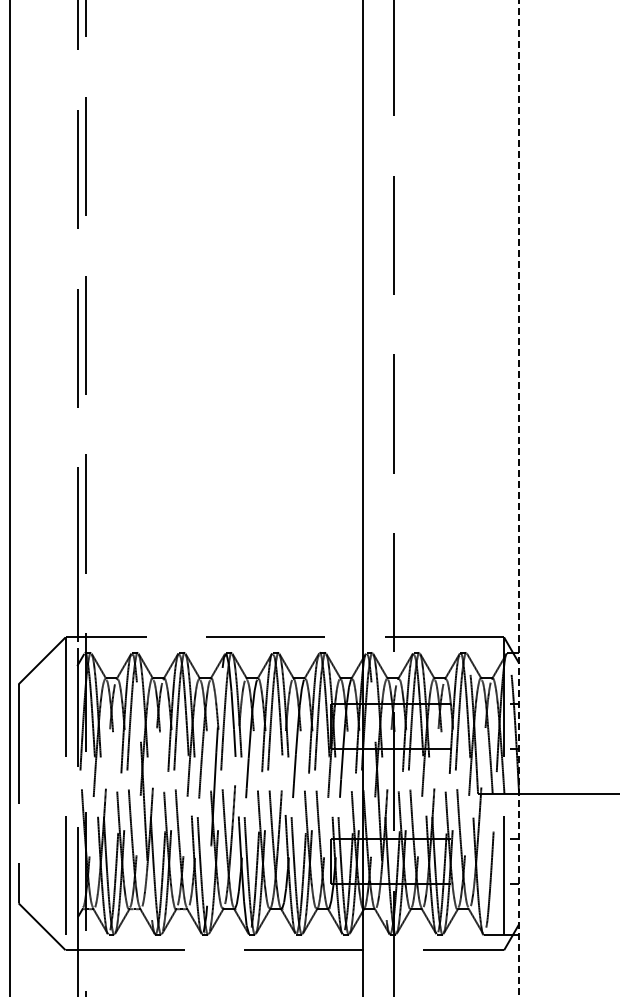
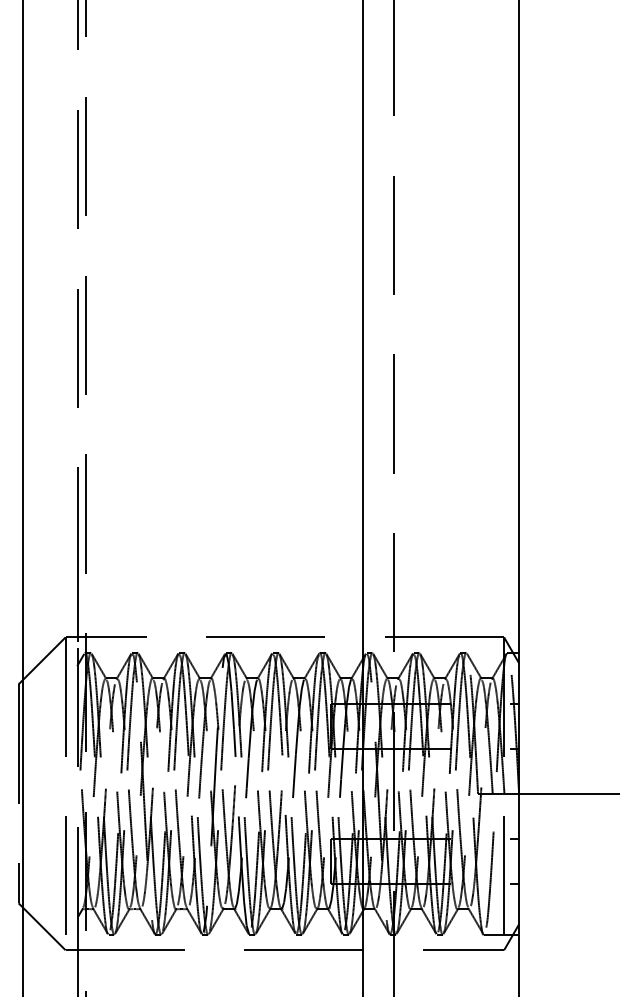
line at (10, 497) position: (10, 497) -> (23, 497)
line at (519, 498): dashed -> solid
